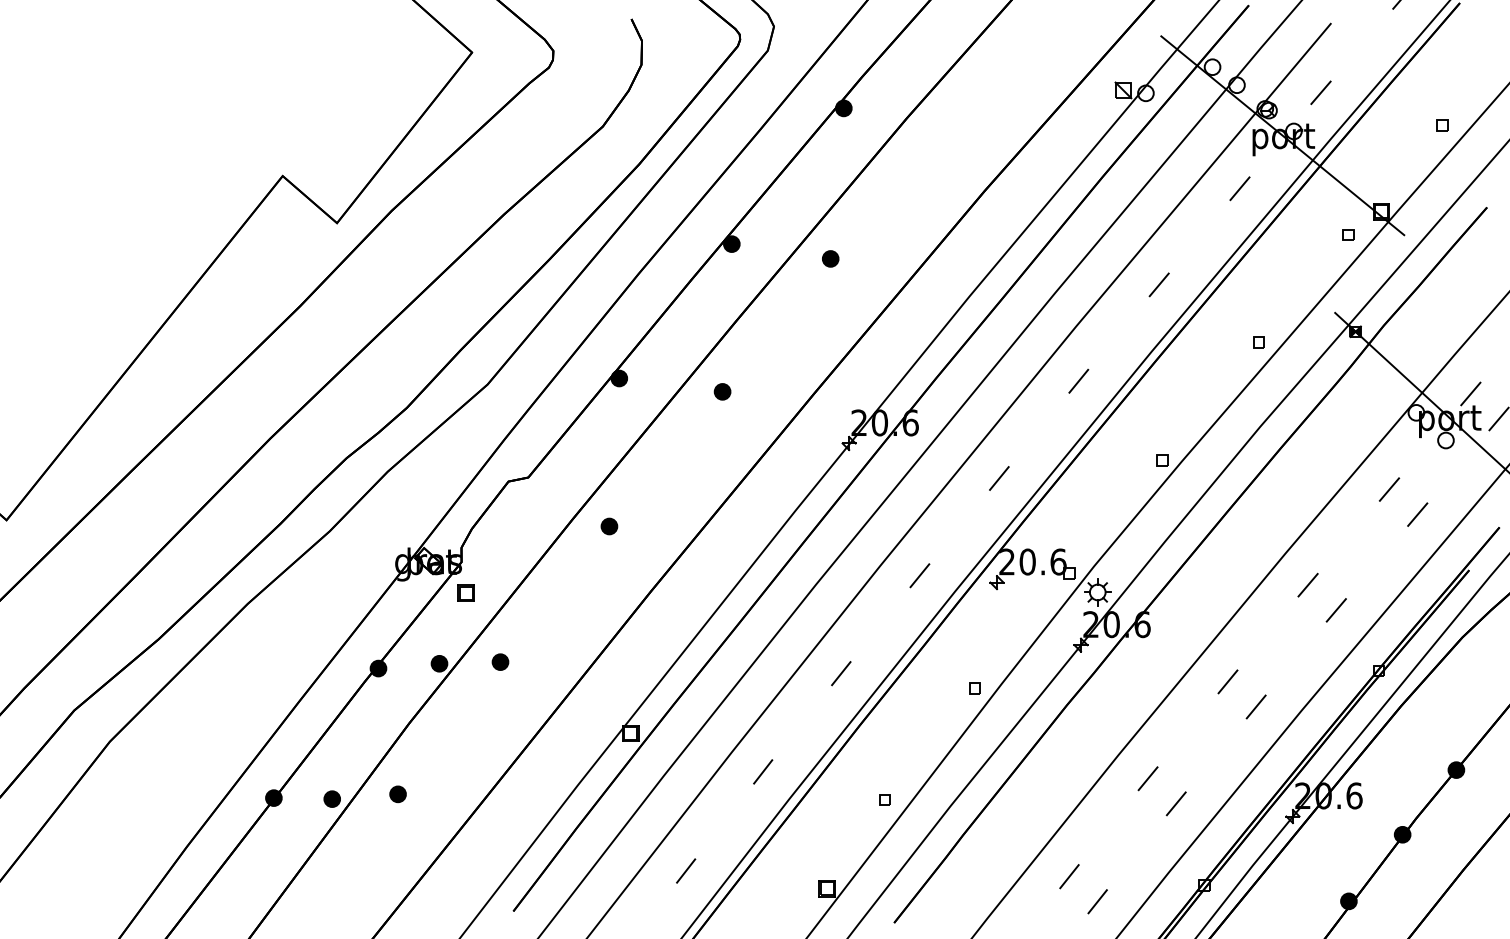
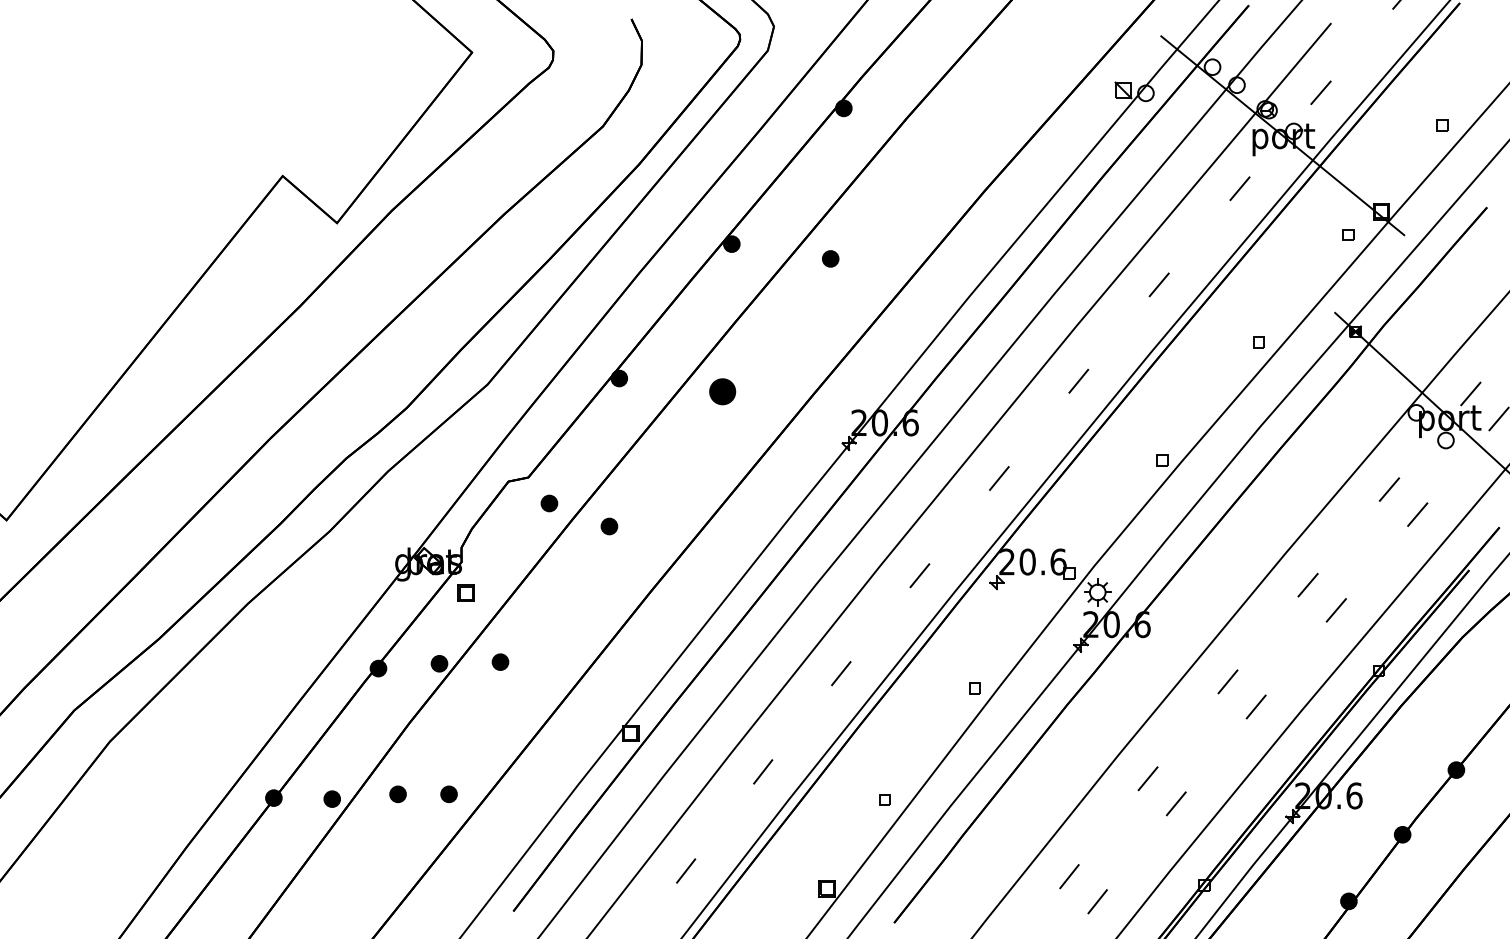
part at (722, 391) size: 19x18 px -> 28x28 px
part at (549, 503): none -> present
part at (448, 794): none -> present
